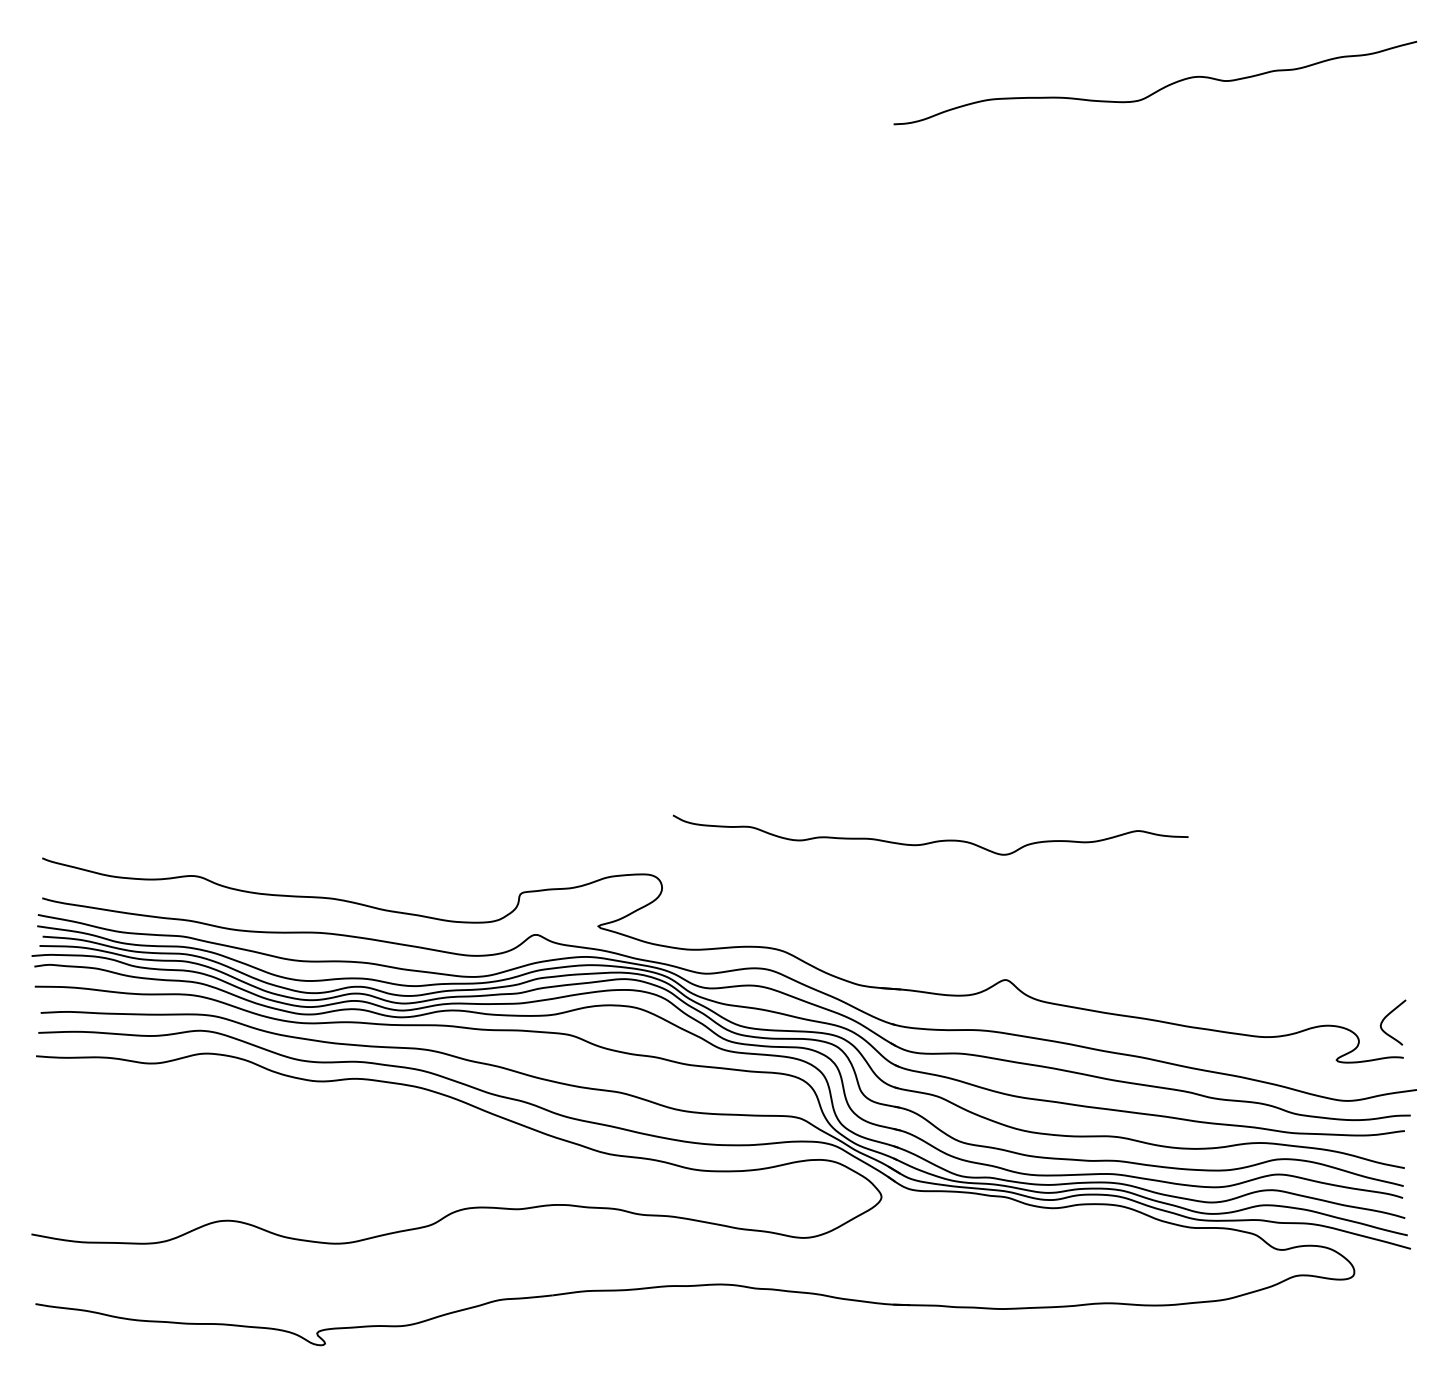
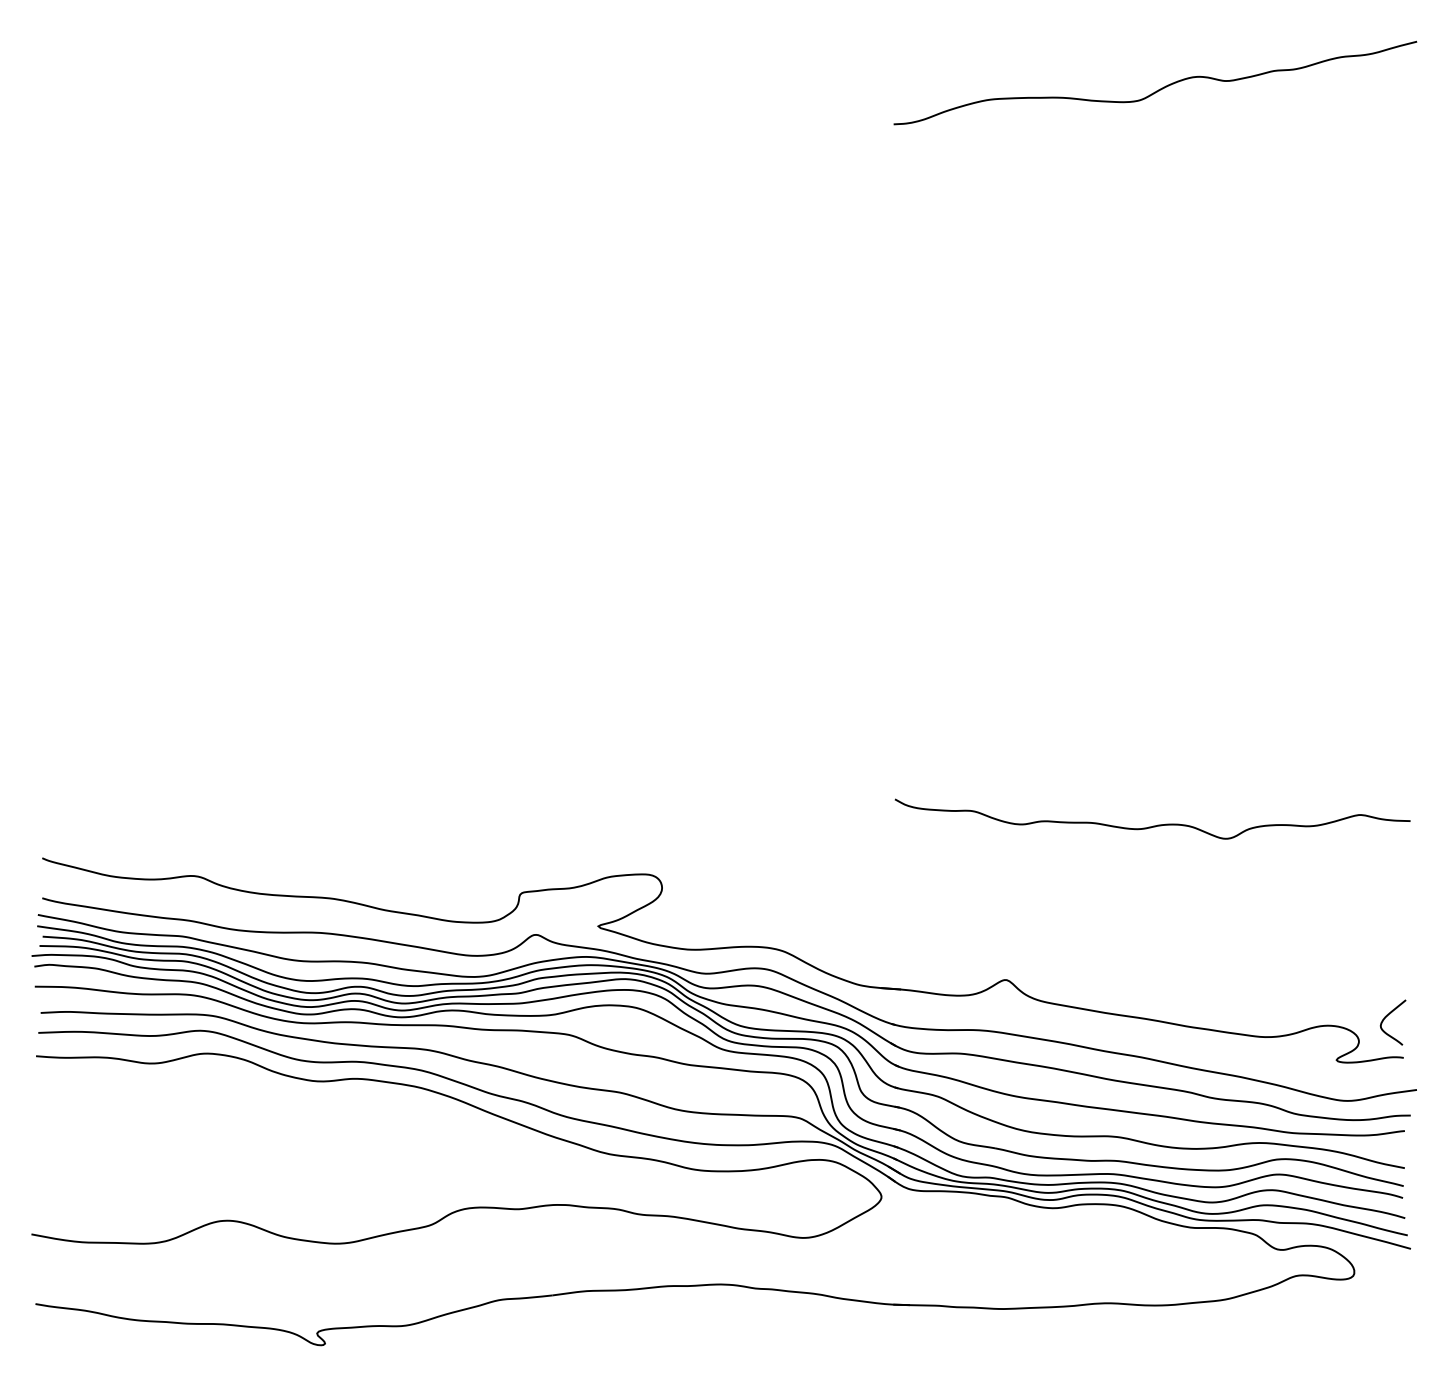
curve at (931, 841) position: (931, 841) -> (1153, 825)
